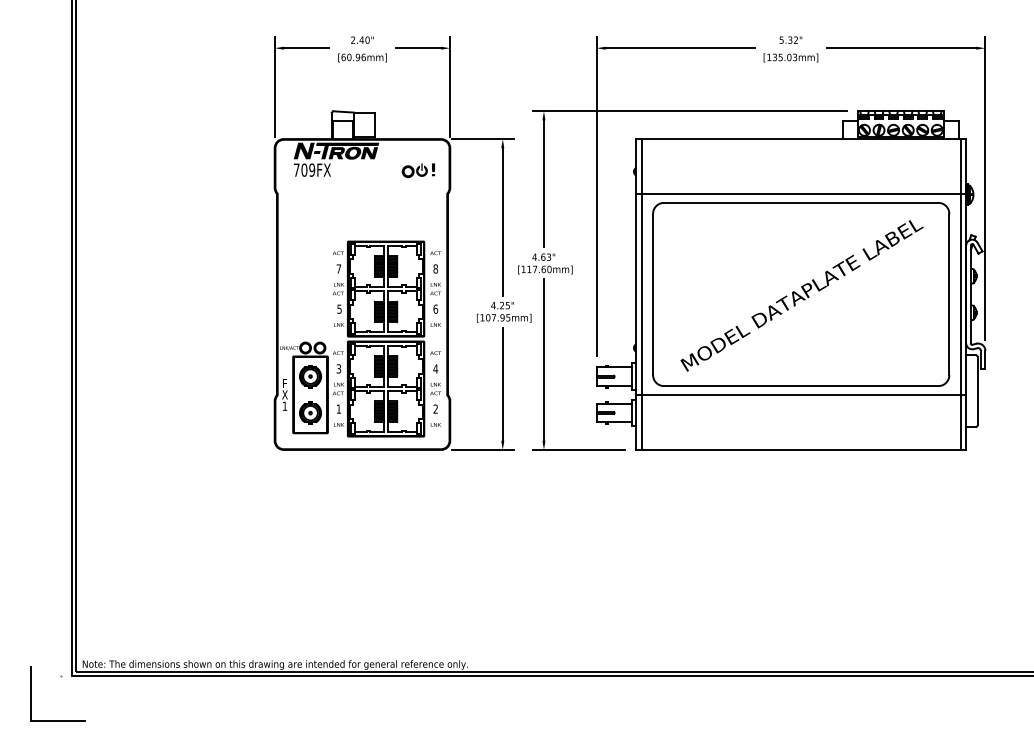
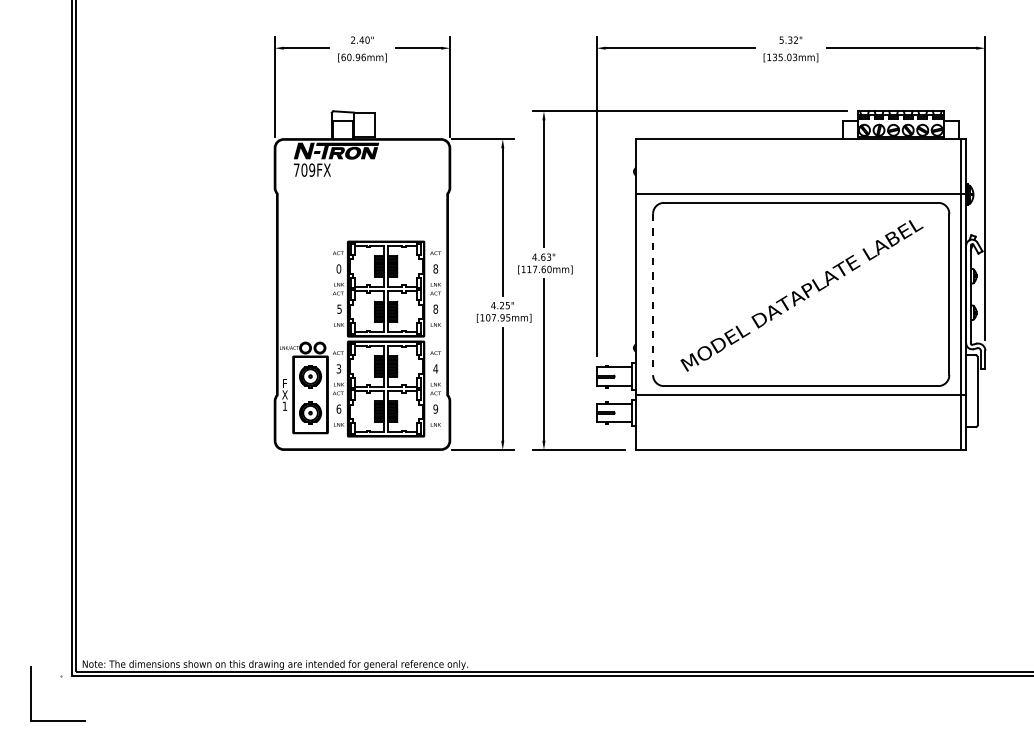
part at (417, 170): present -> none
text at (338, 268): 7 -> 0
line at (641, 294): present -> none
line at (653, 294): solid -> dashed
text at (435, 308): 6 -> 8
text at (338, 408): 1 -> 6
text at (435, 408): 2 -> 9
